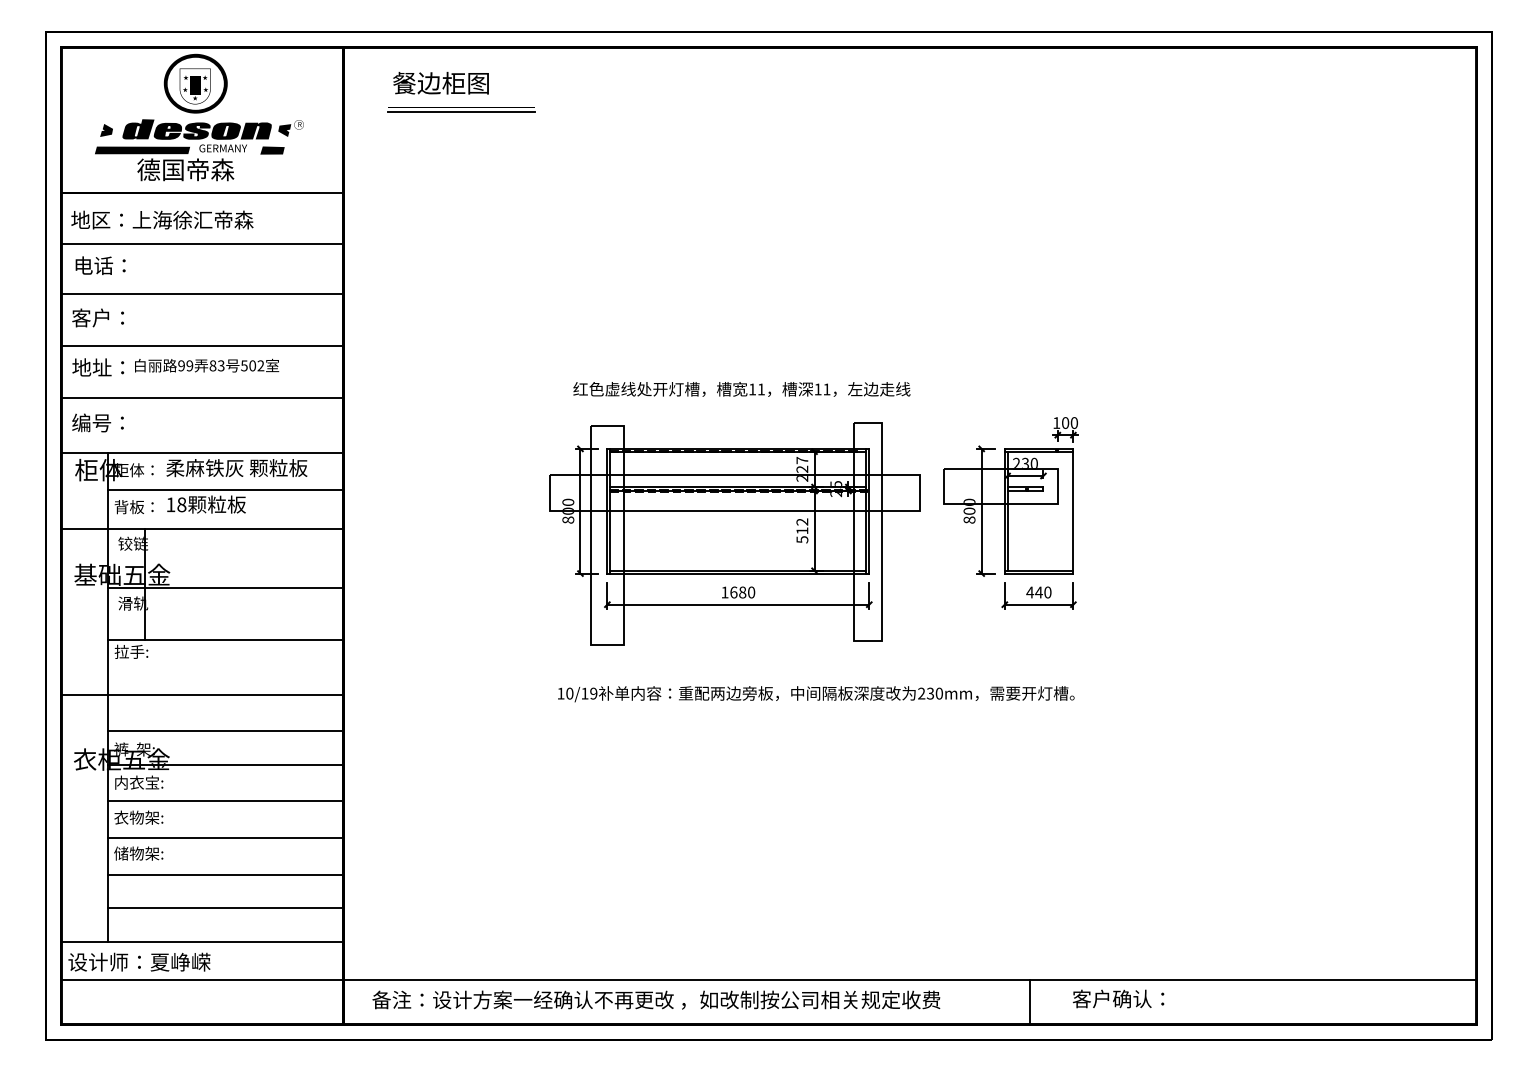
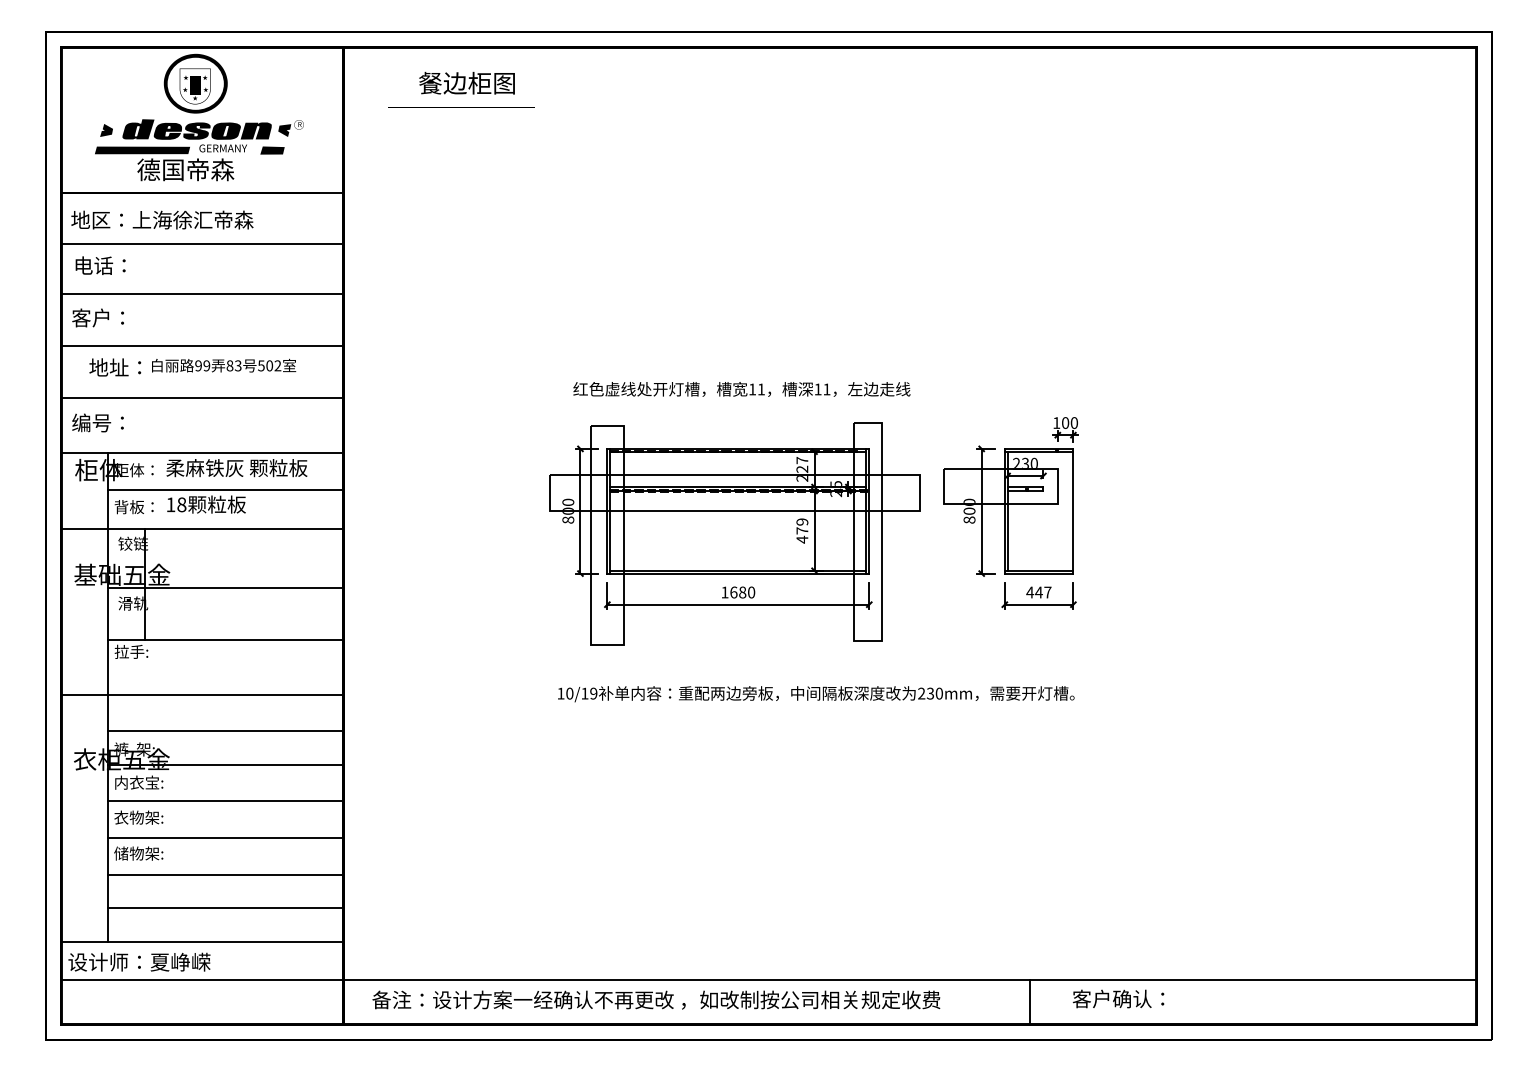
text at (440, 83) position: (440, 83) -> (466, 83)
line at (460, 112): present -> none
text at (175, 367) position: (175, 367) -> (192, 367)
text at (802, 530): 512 -> 479
text at (1047, 592): 440 -> 447
